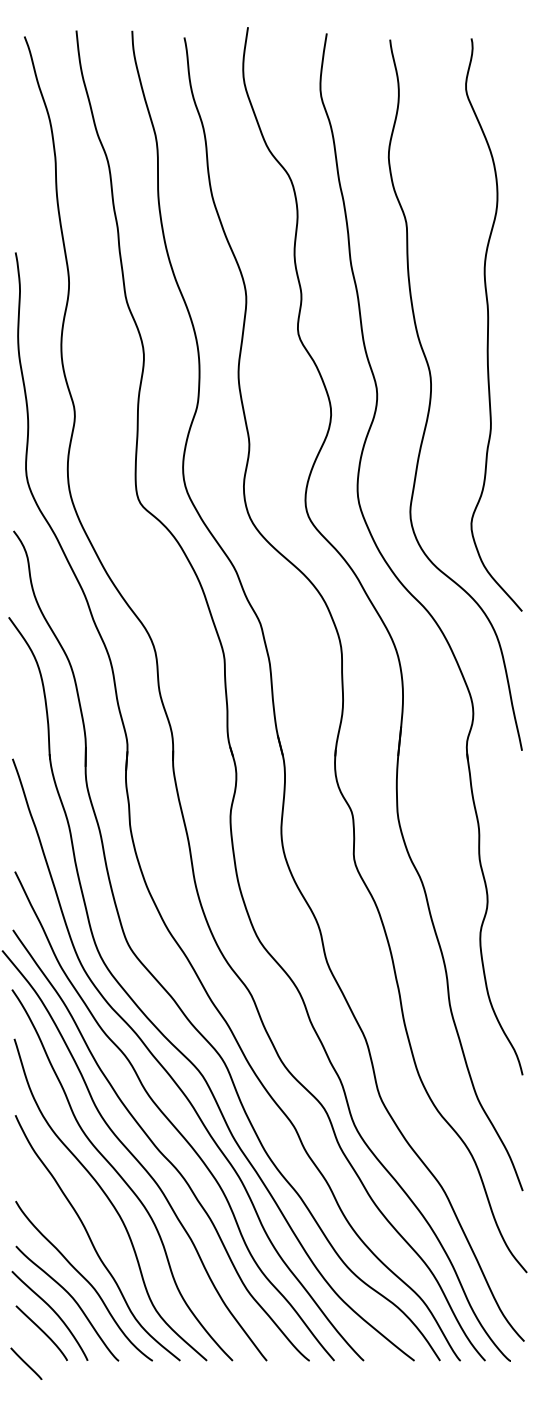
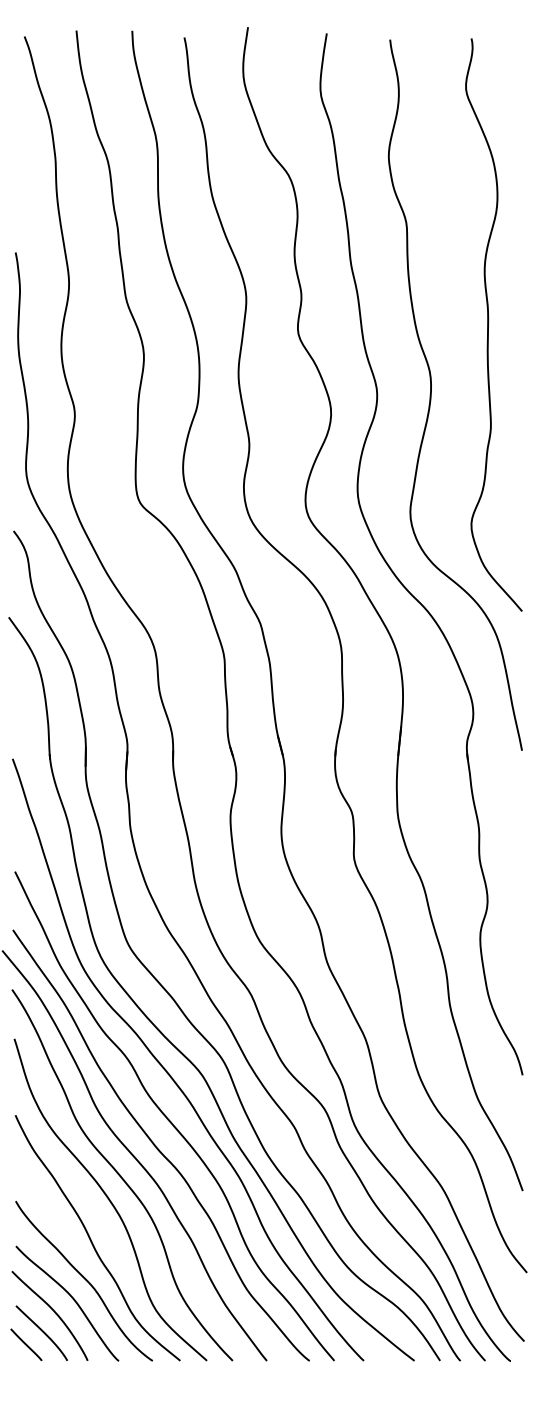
line at (26, 1363) position: (26, 1363) -> (26, 1344)
